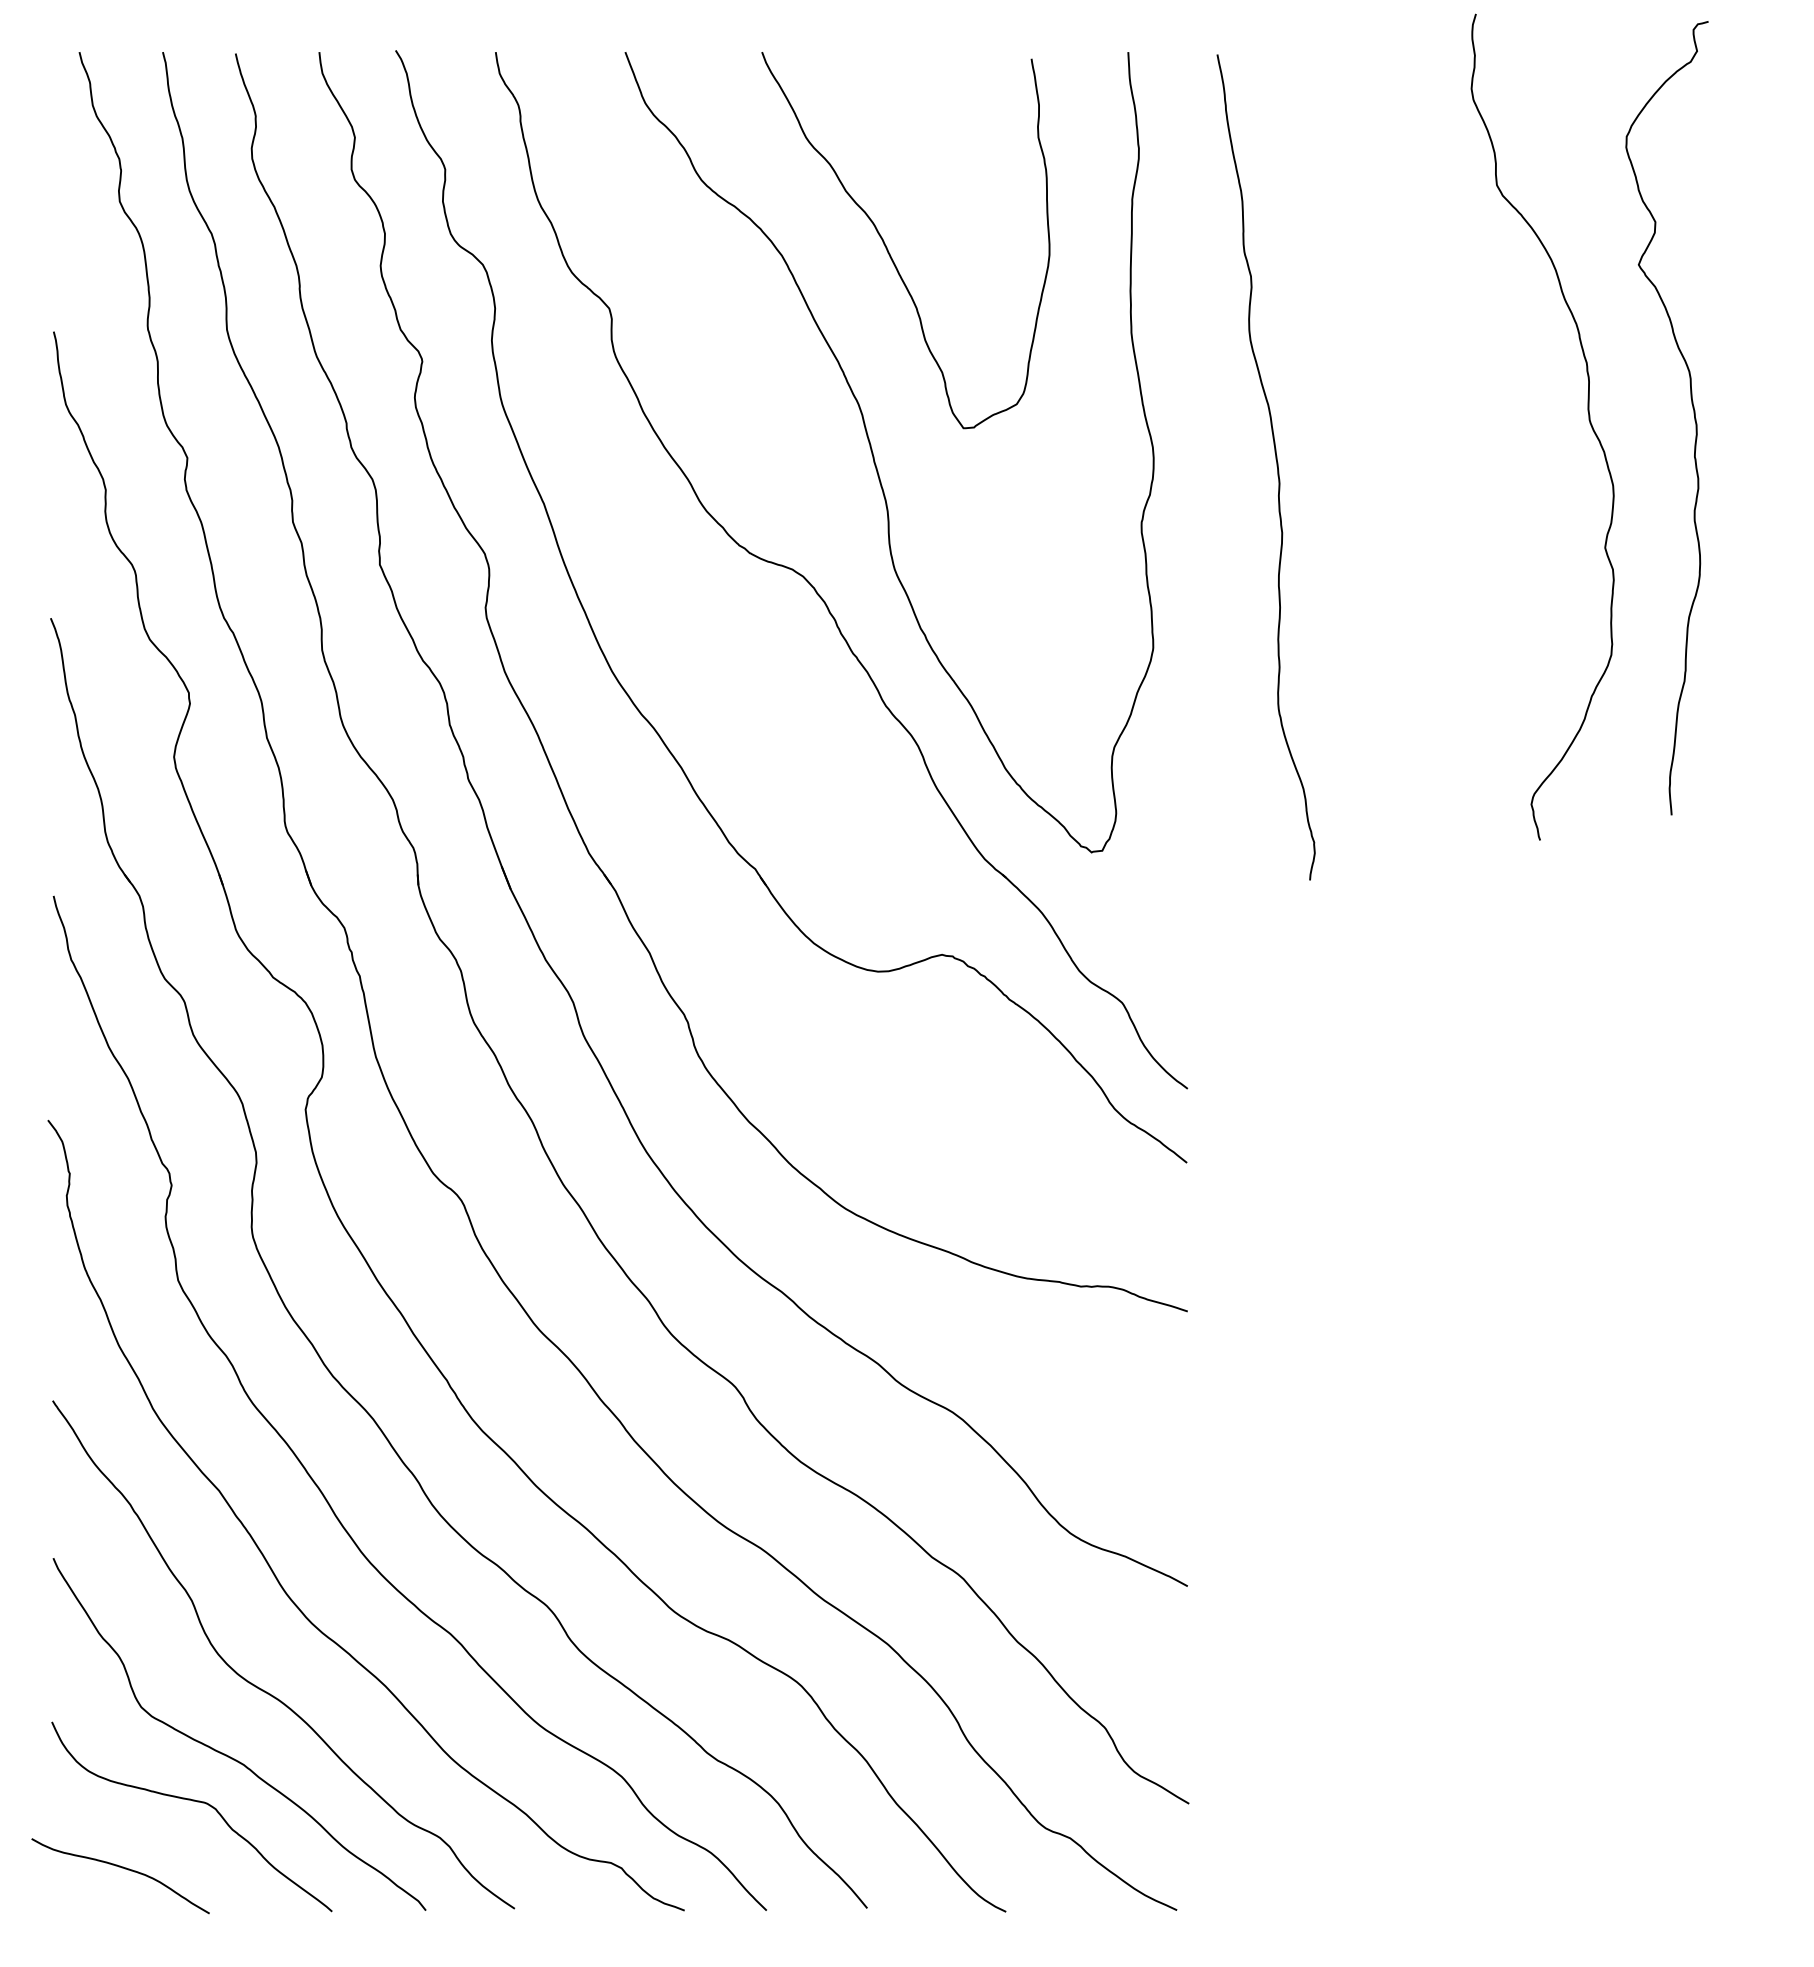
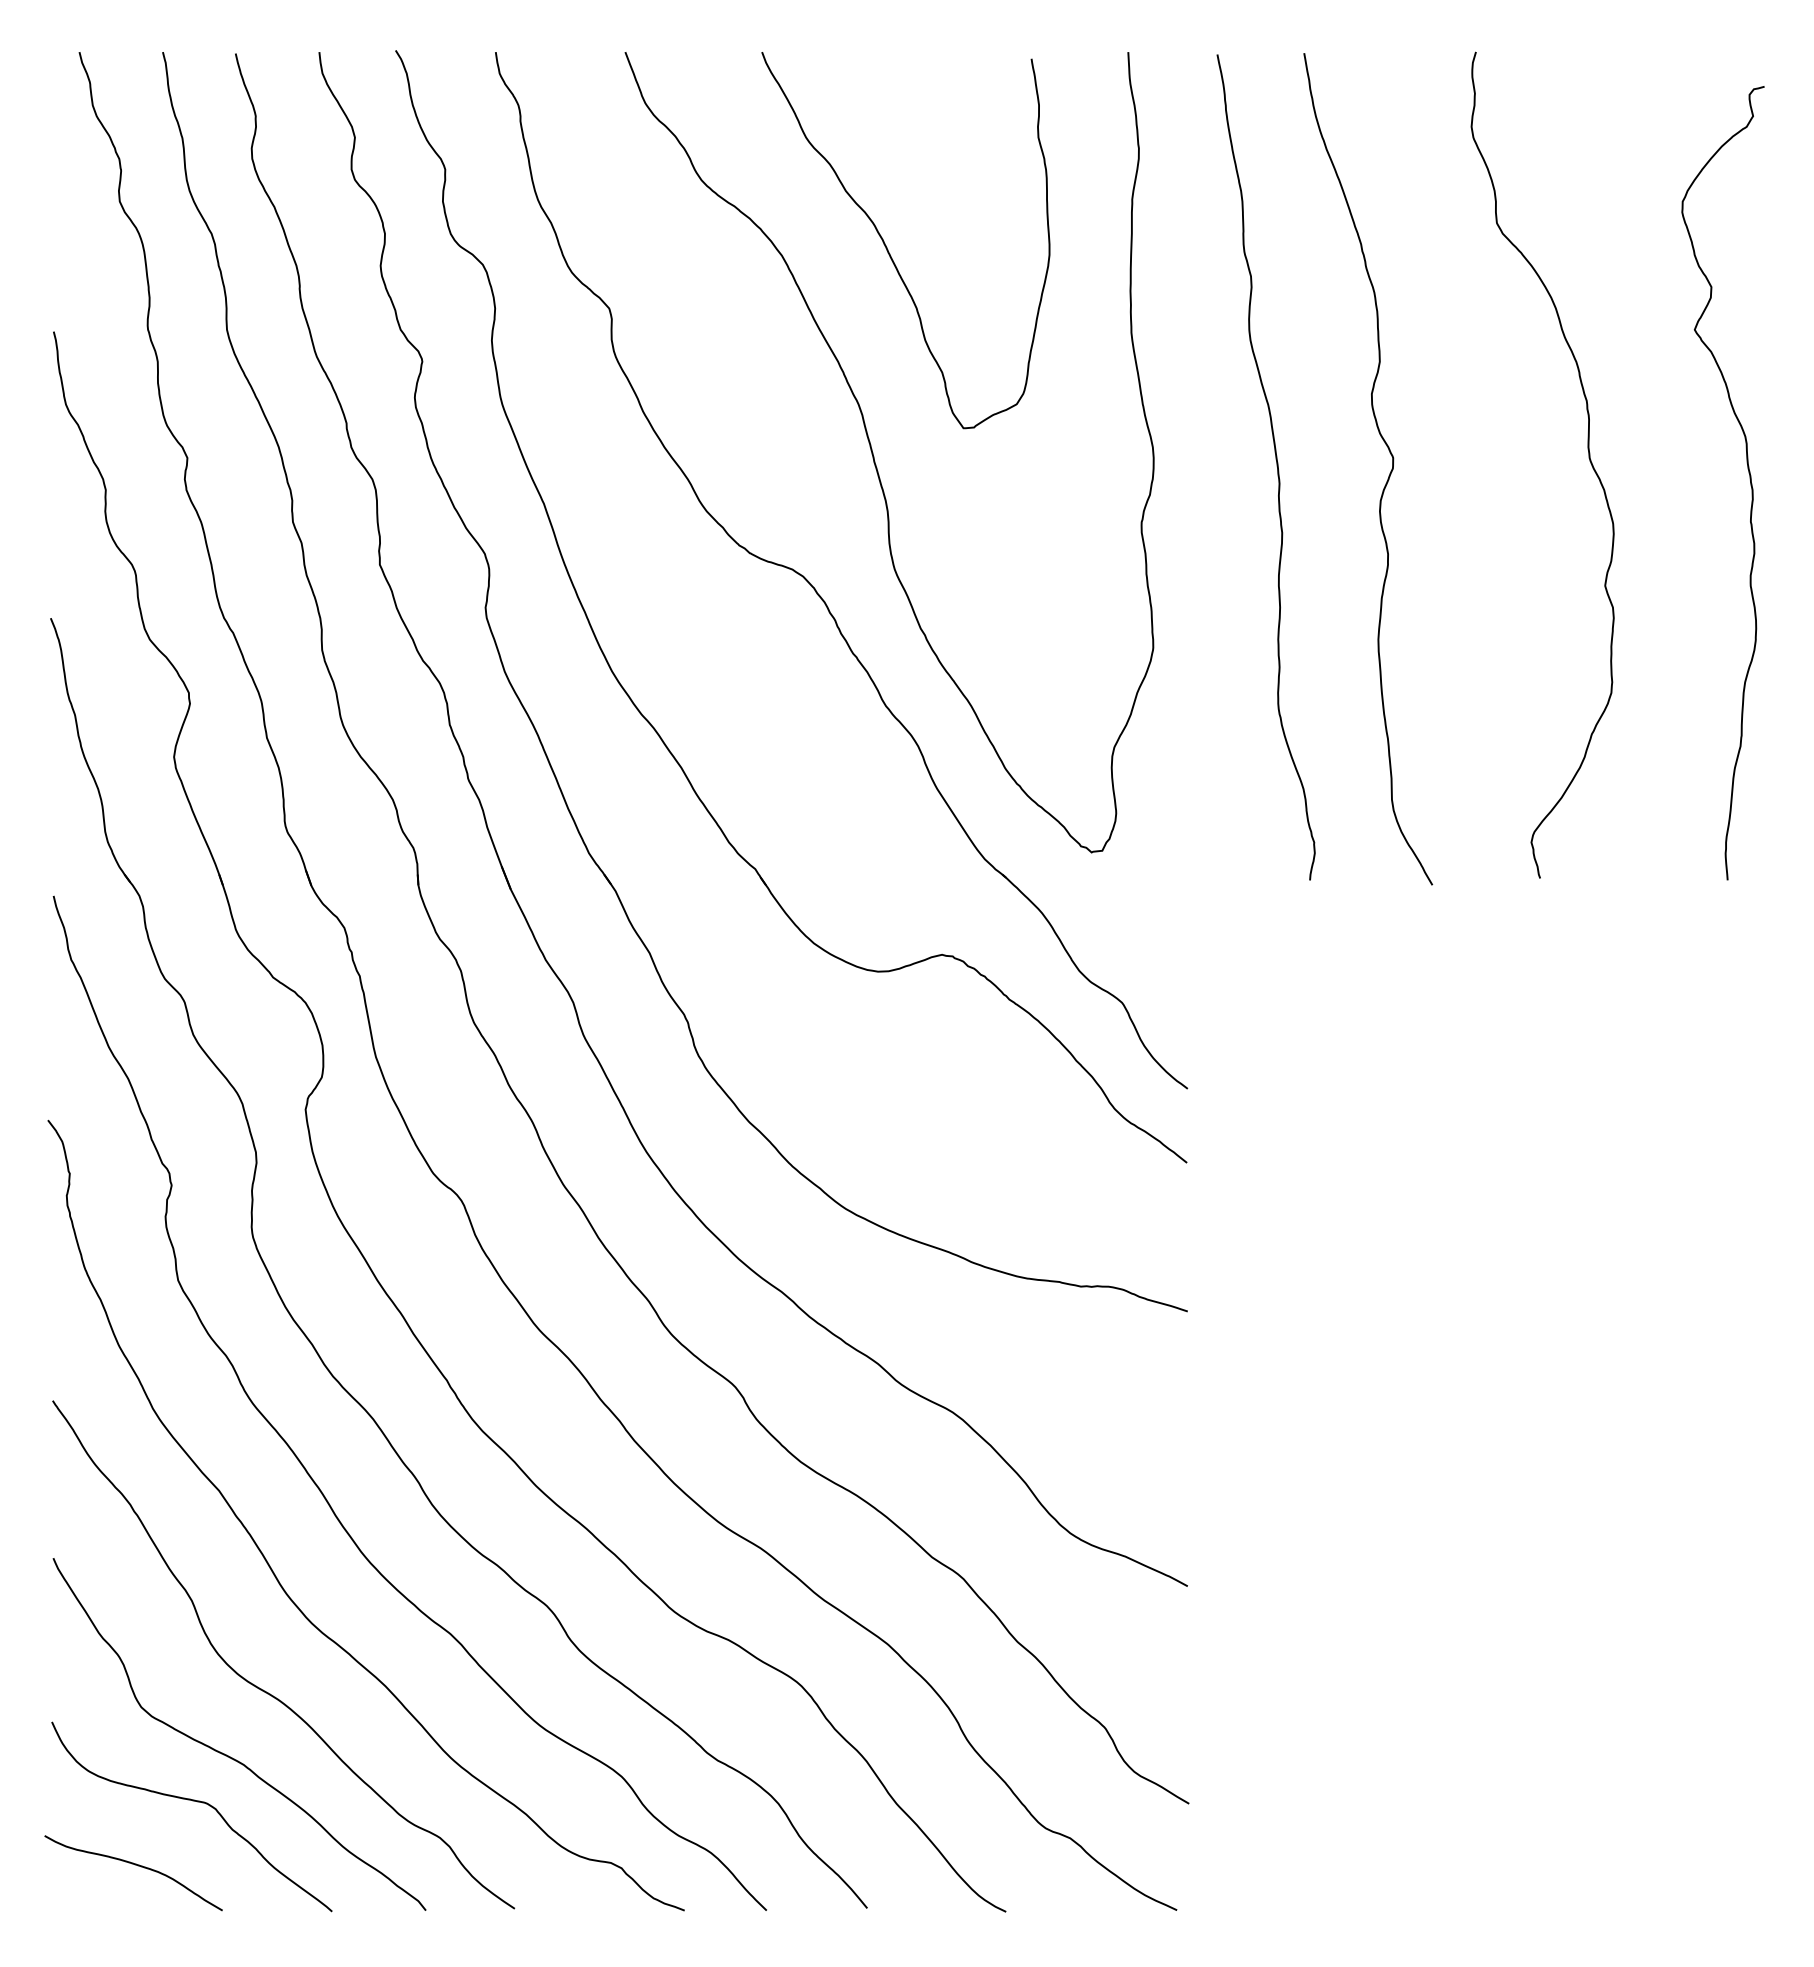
curve at (1693, 414) position: (1693, 414) -> (1749, 479)
curve at (1588, 420) position: (1588, 420) -> (1588, 458)
curve at (1388, 475): none -> present
curve at (122, 1868) position: (122, 1868) -> (135, 1865)
